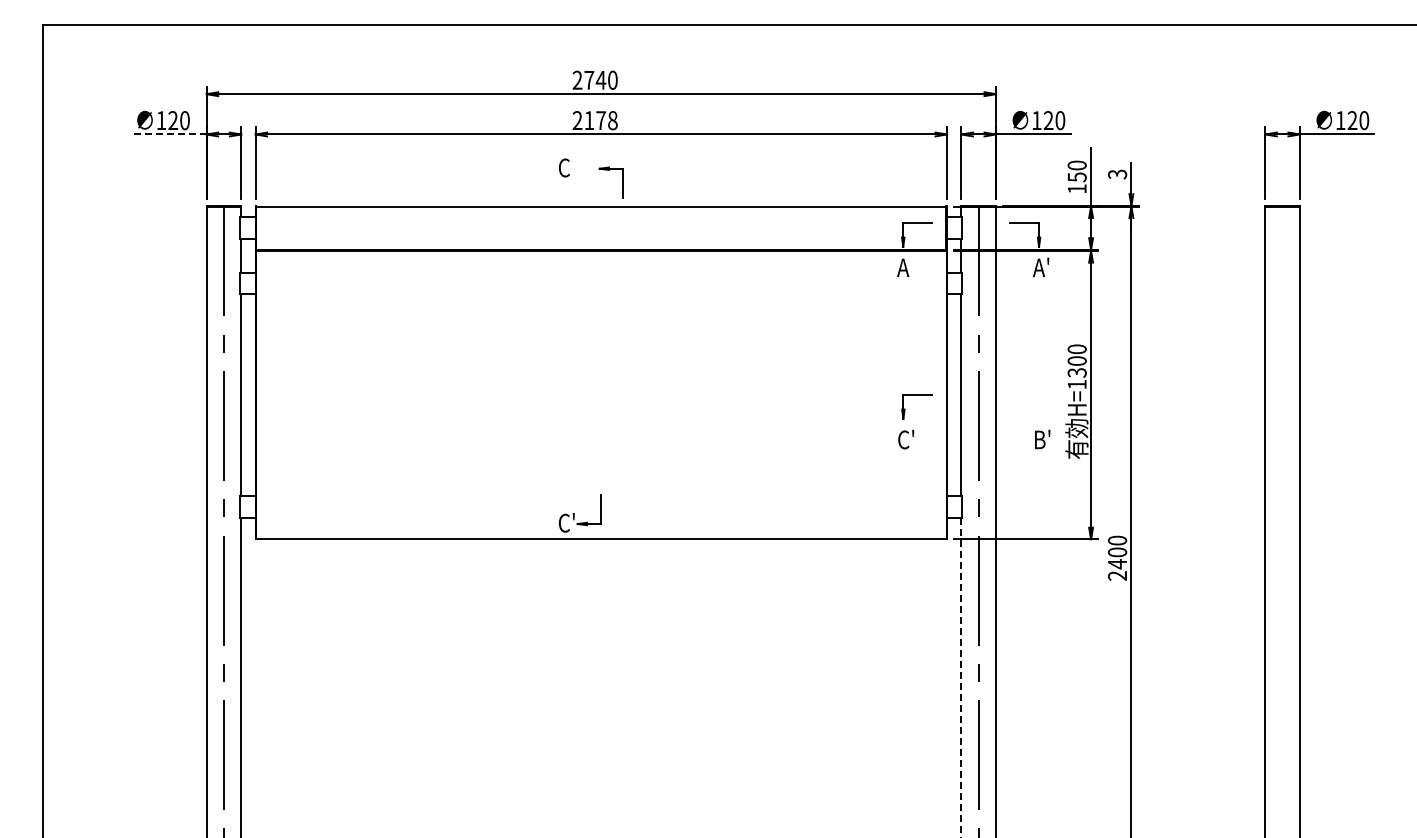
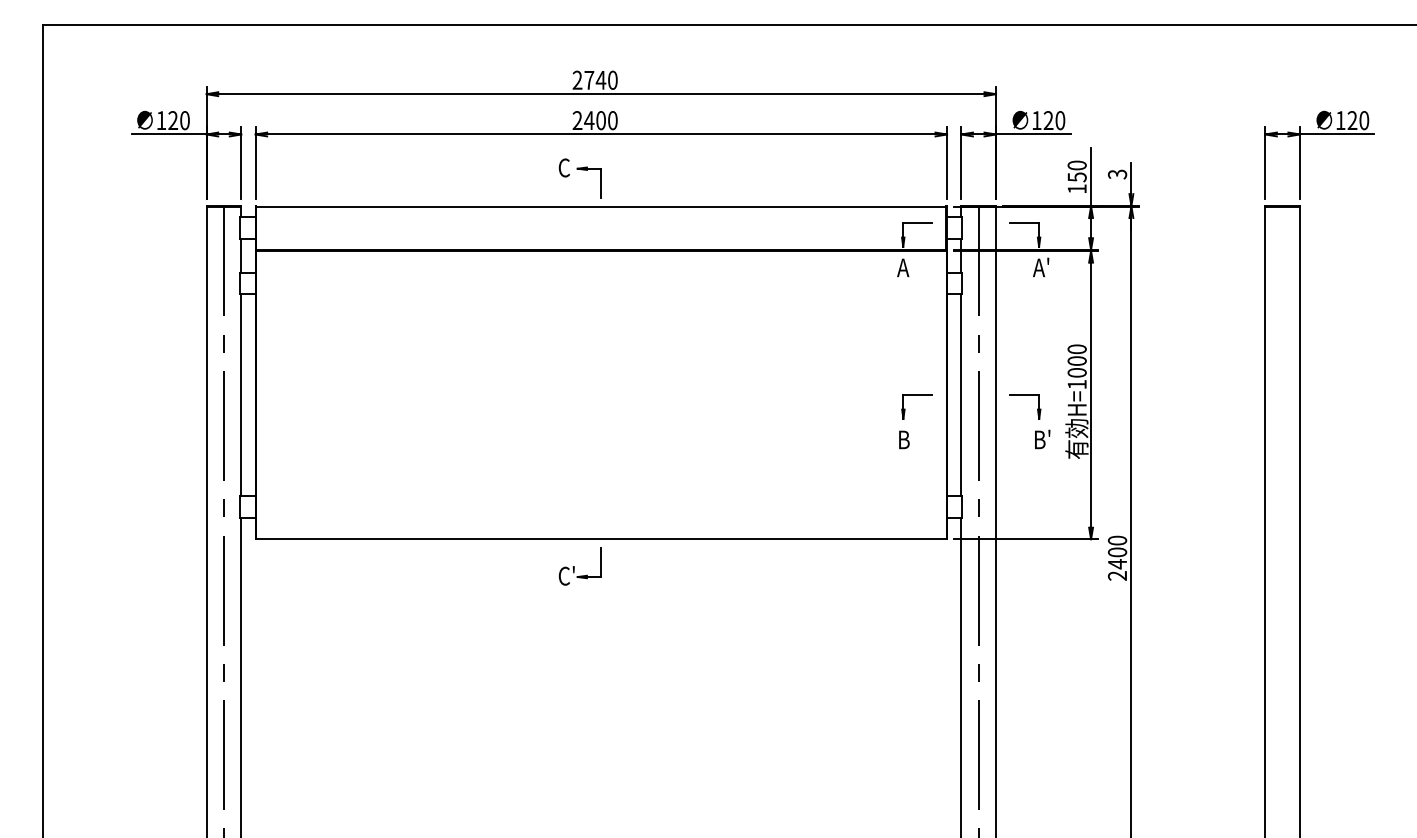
text at (600, 120): 2178 -> 2400
line at (168, 134): dashed -> solid
part at (622, 182) position: (622, 182) -> (600, 182)
text at (1076, 372): H=1300 -> H=1000
part at (1025, 395): none -> present
text at (906, 439): C' -> B
part at (579, 513) position: (579, 513) -> (579, 566)
line at (961, 677): dashed -> solid
